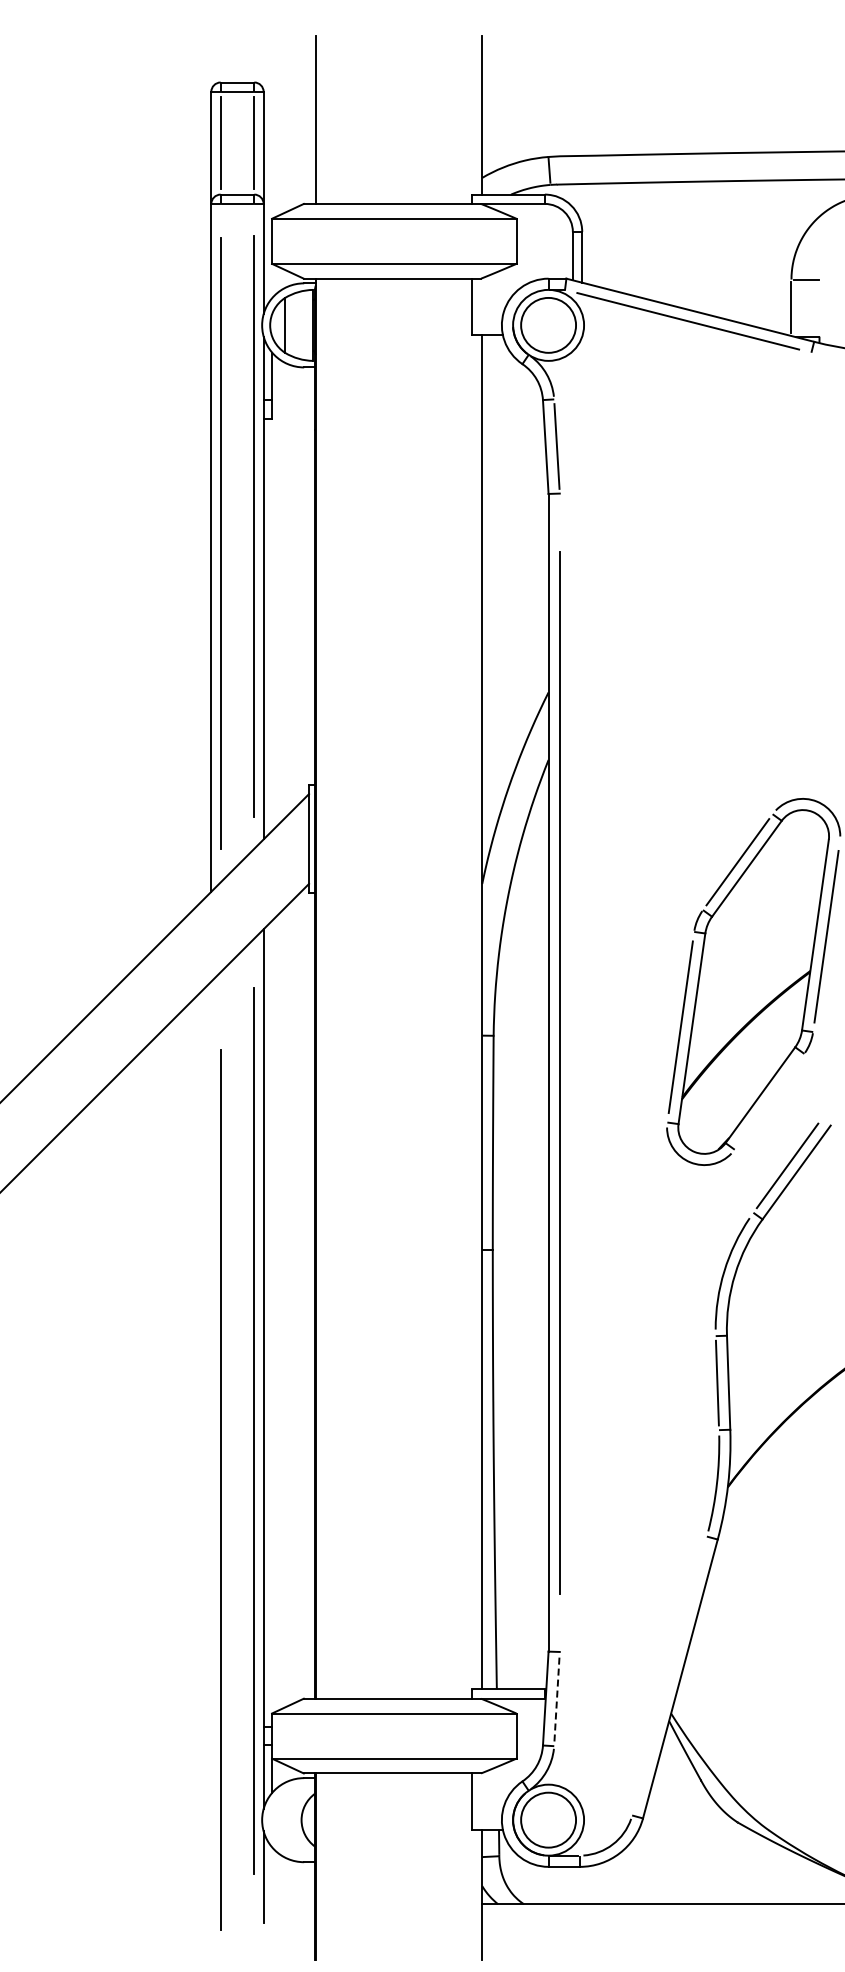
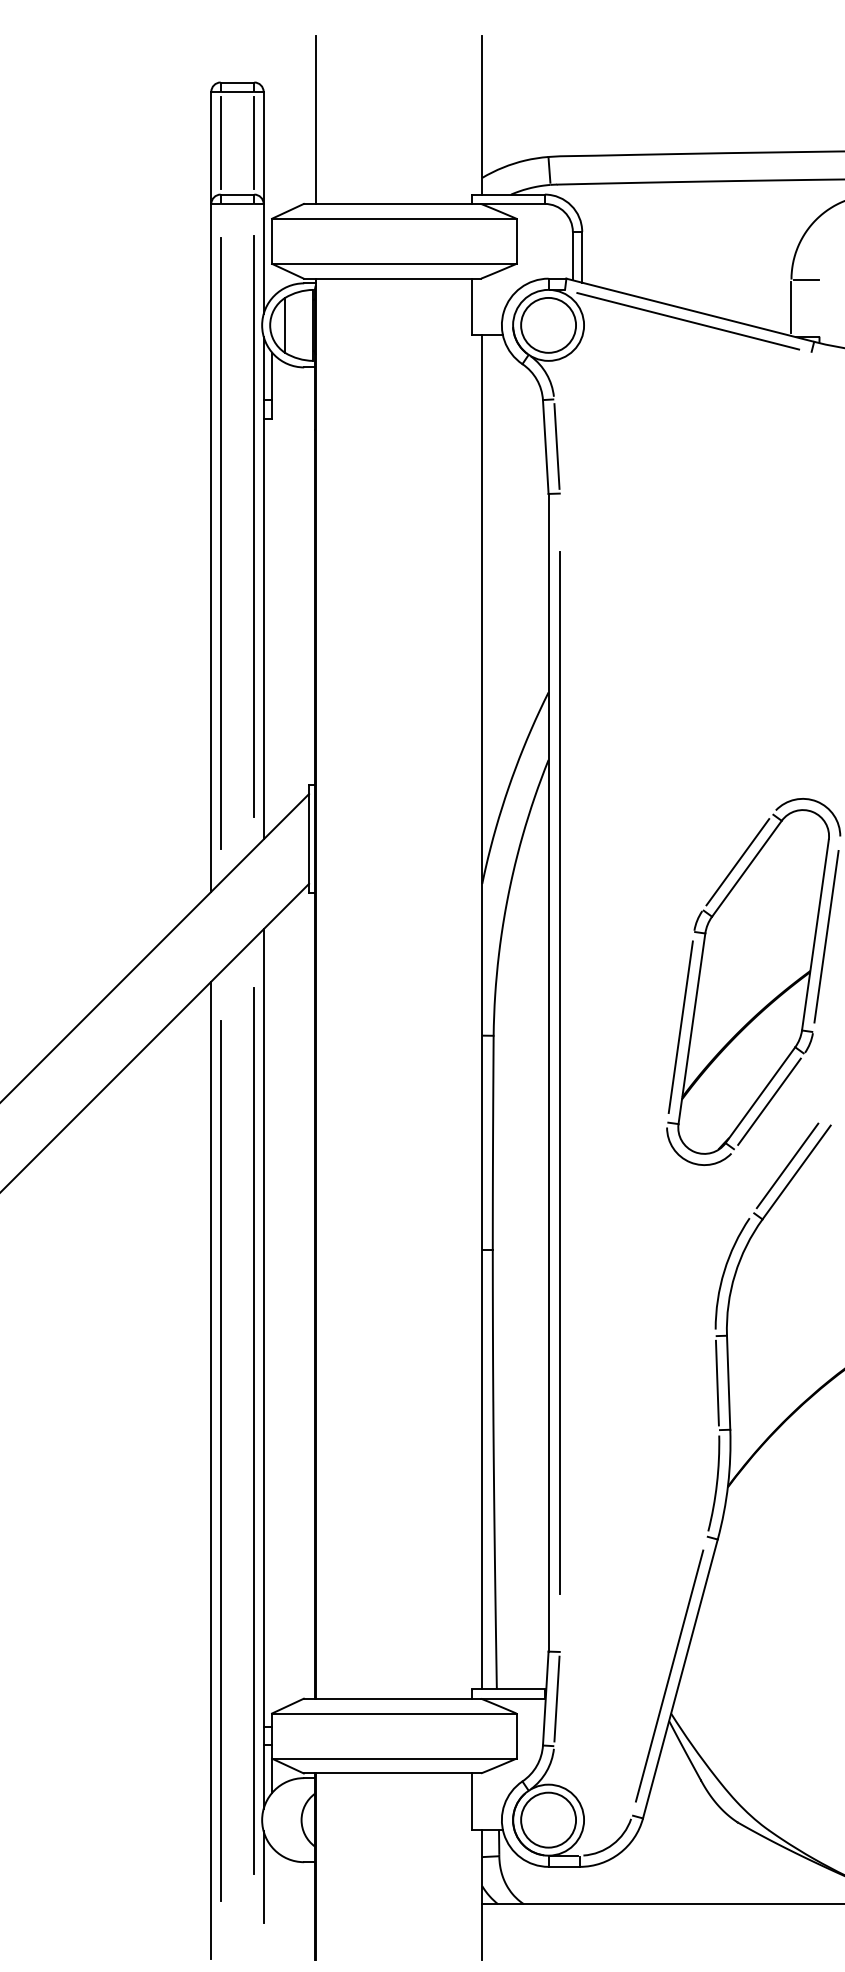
line at (769, 1101): none -> present
line at (211, 1469): none -> present
line at (220, 1489) position: (220, 1489) -> (220, 1460)
line at (669, 1675): none -> present
line at (557, 1698): dashed -> solid
